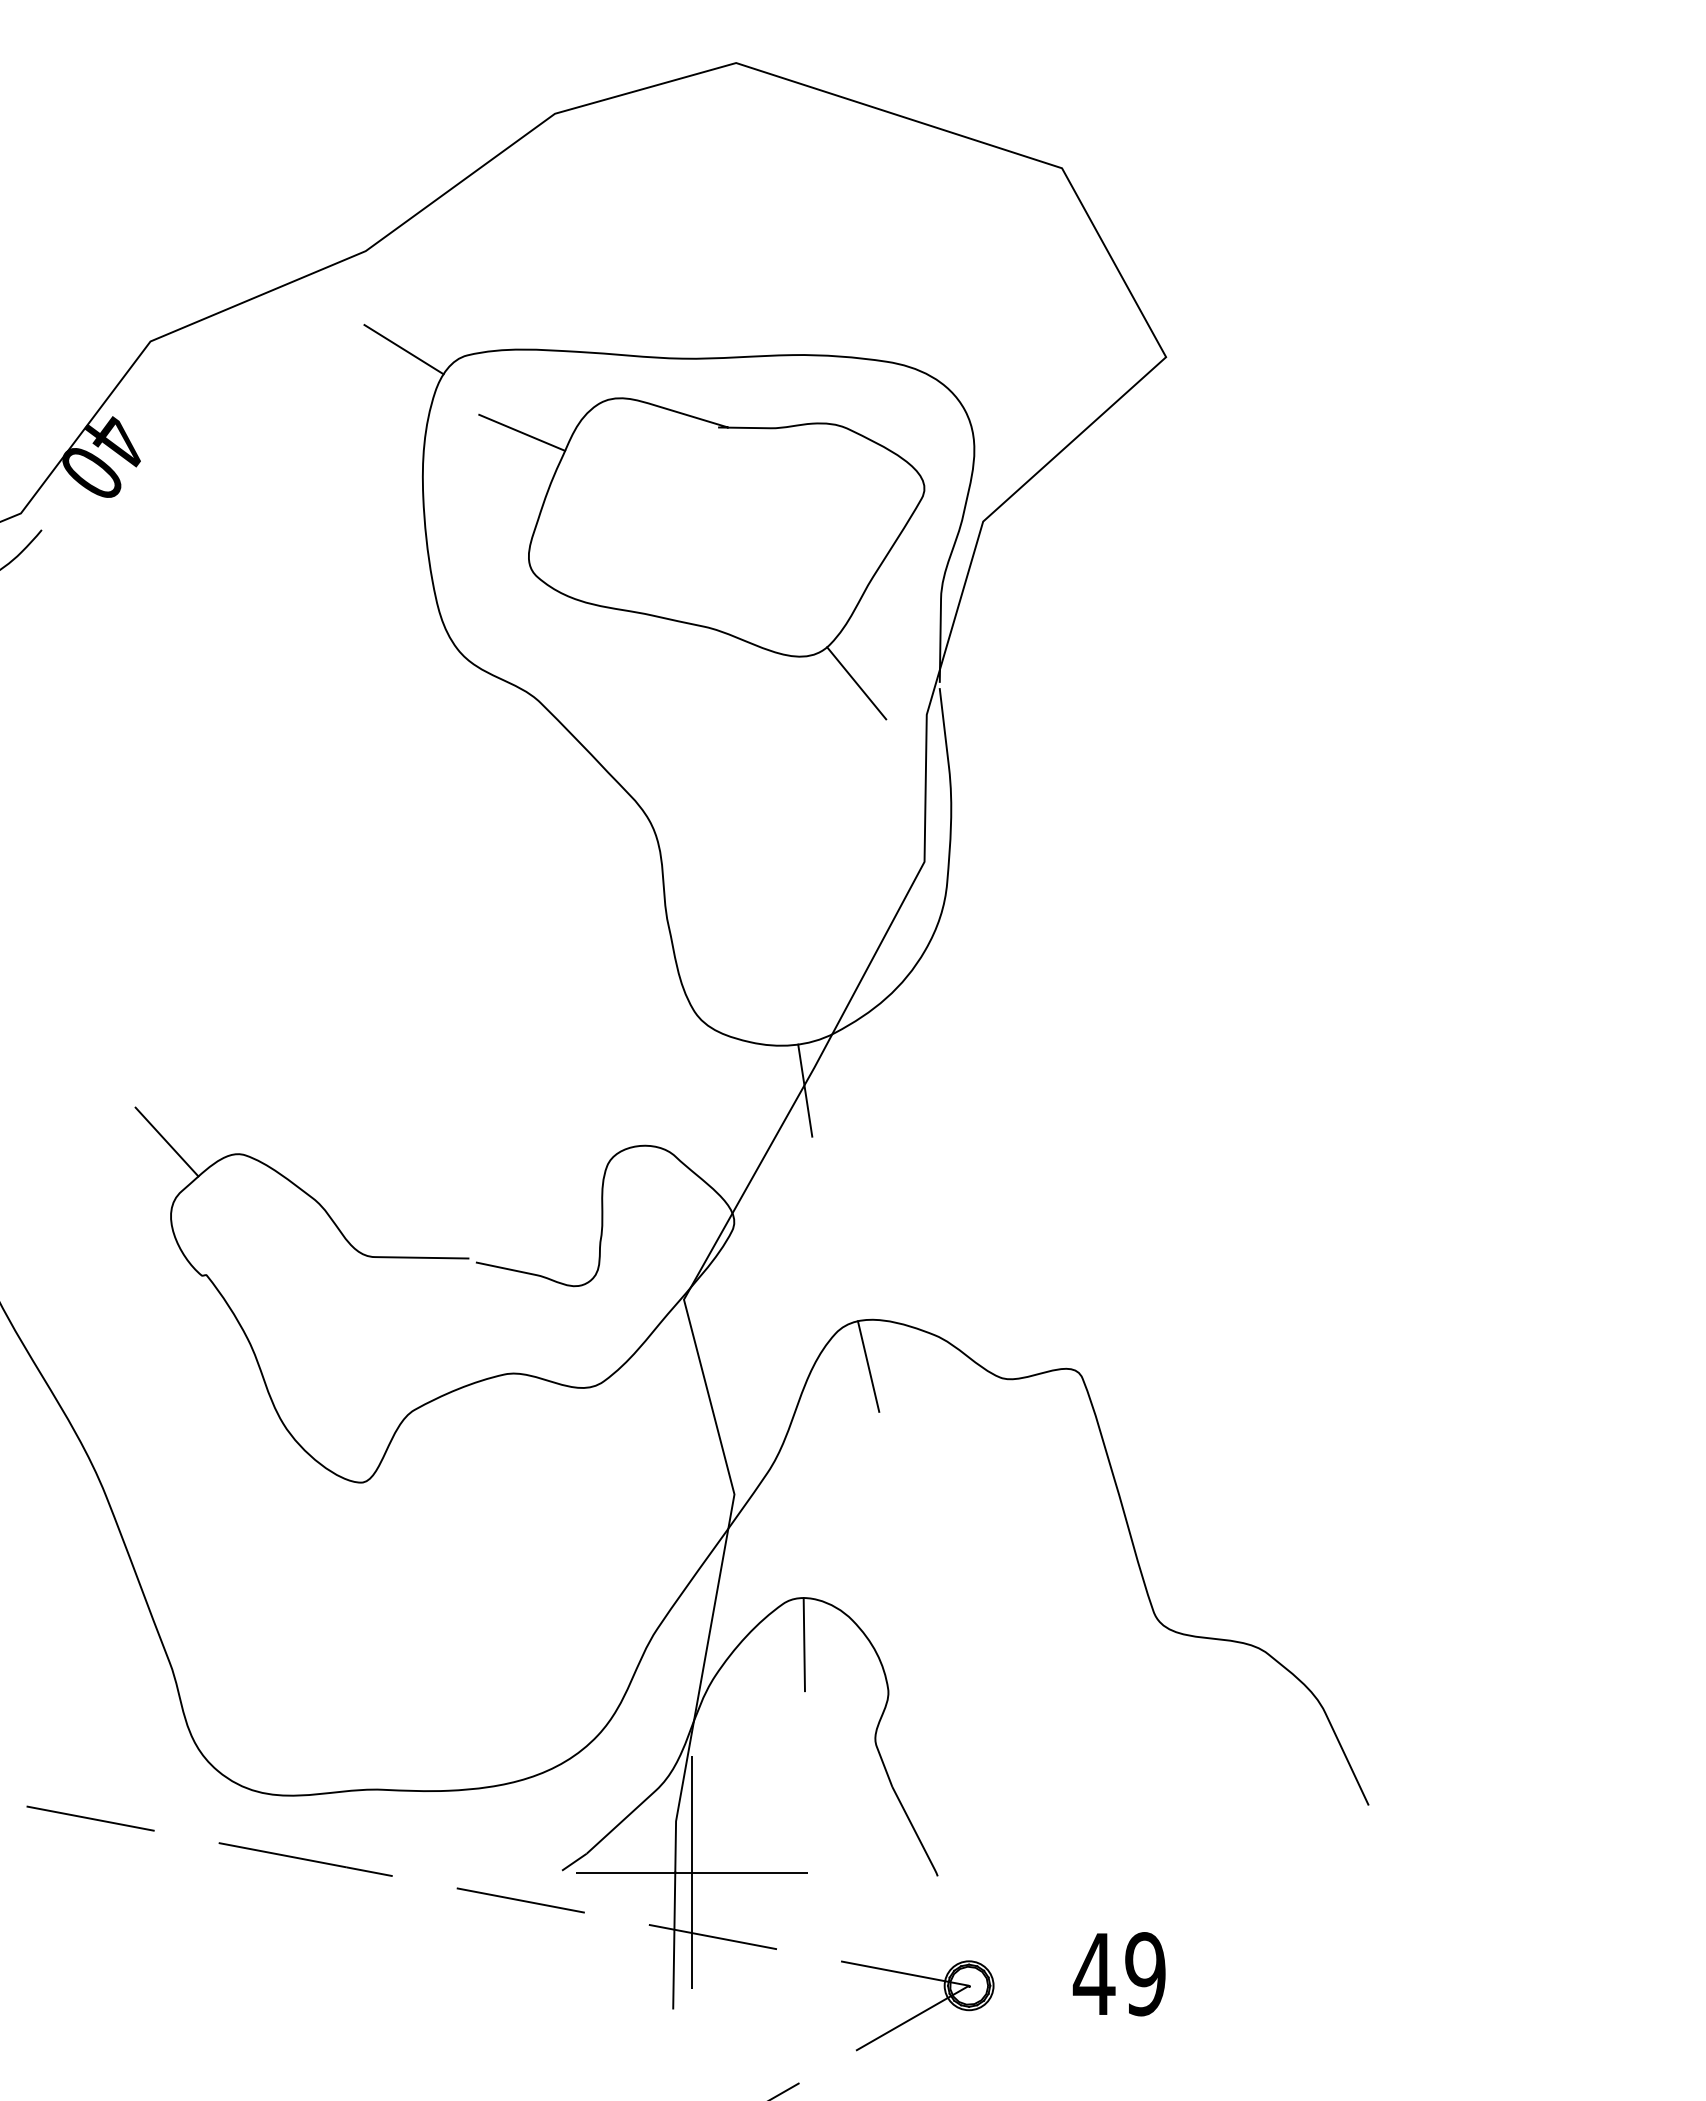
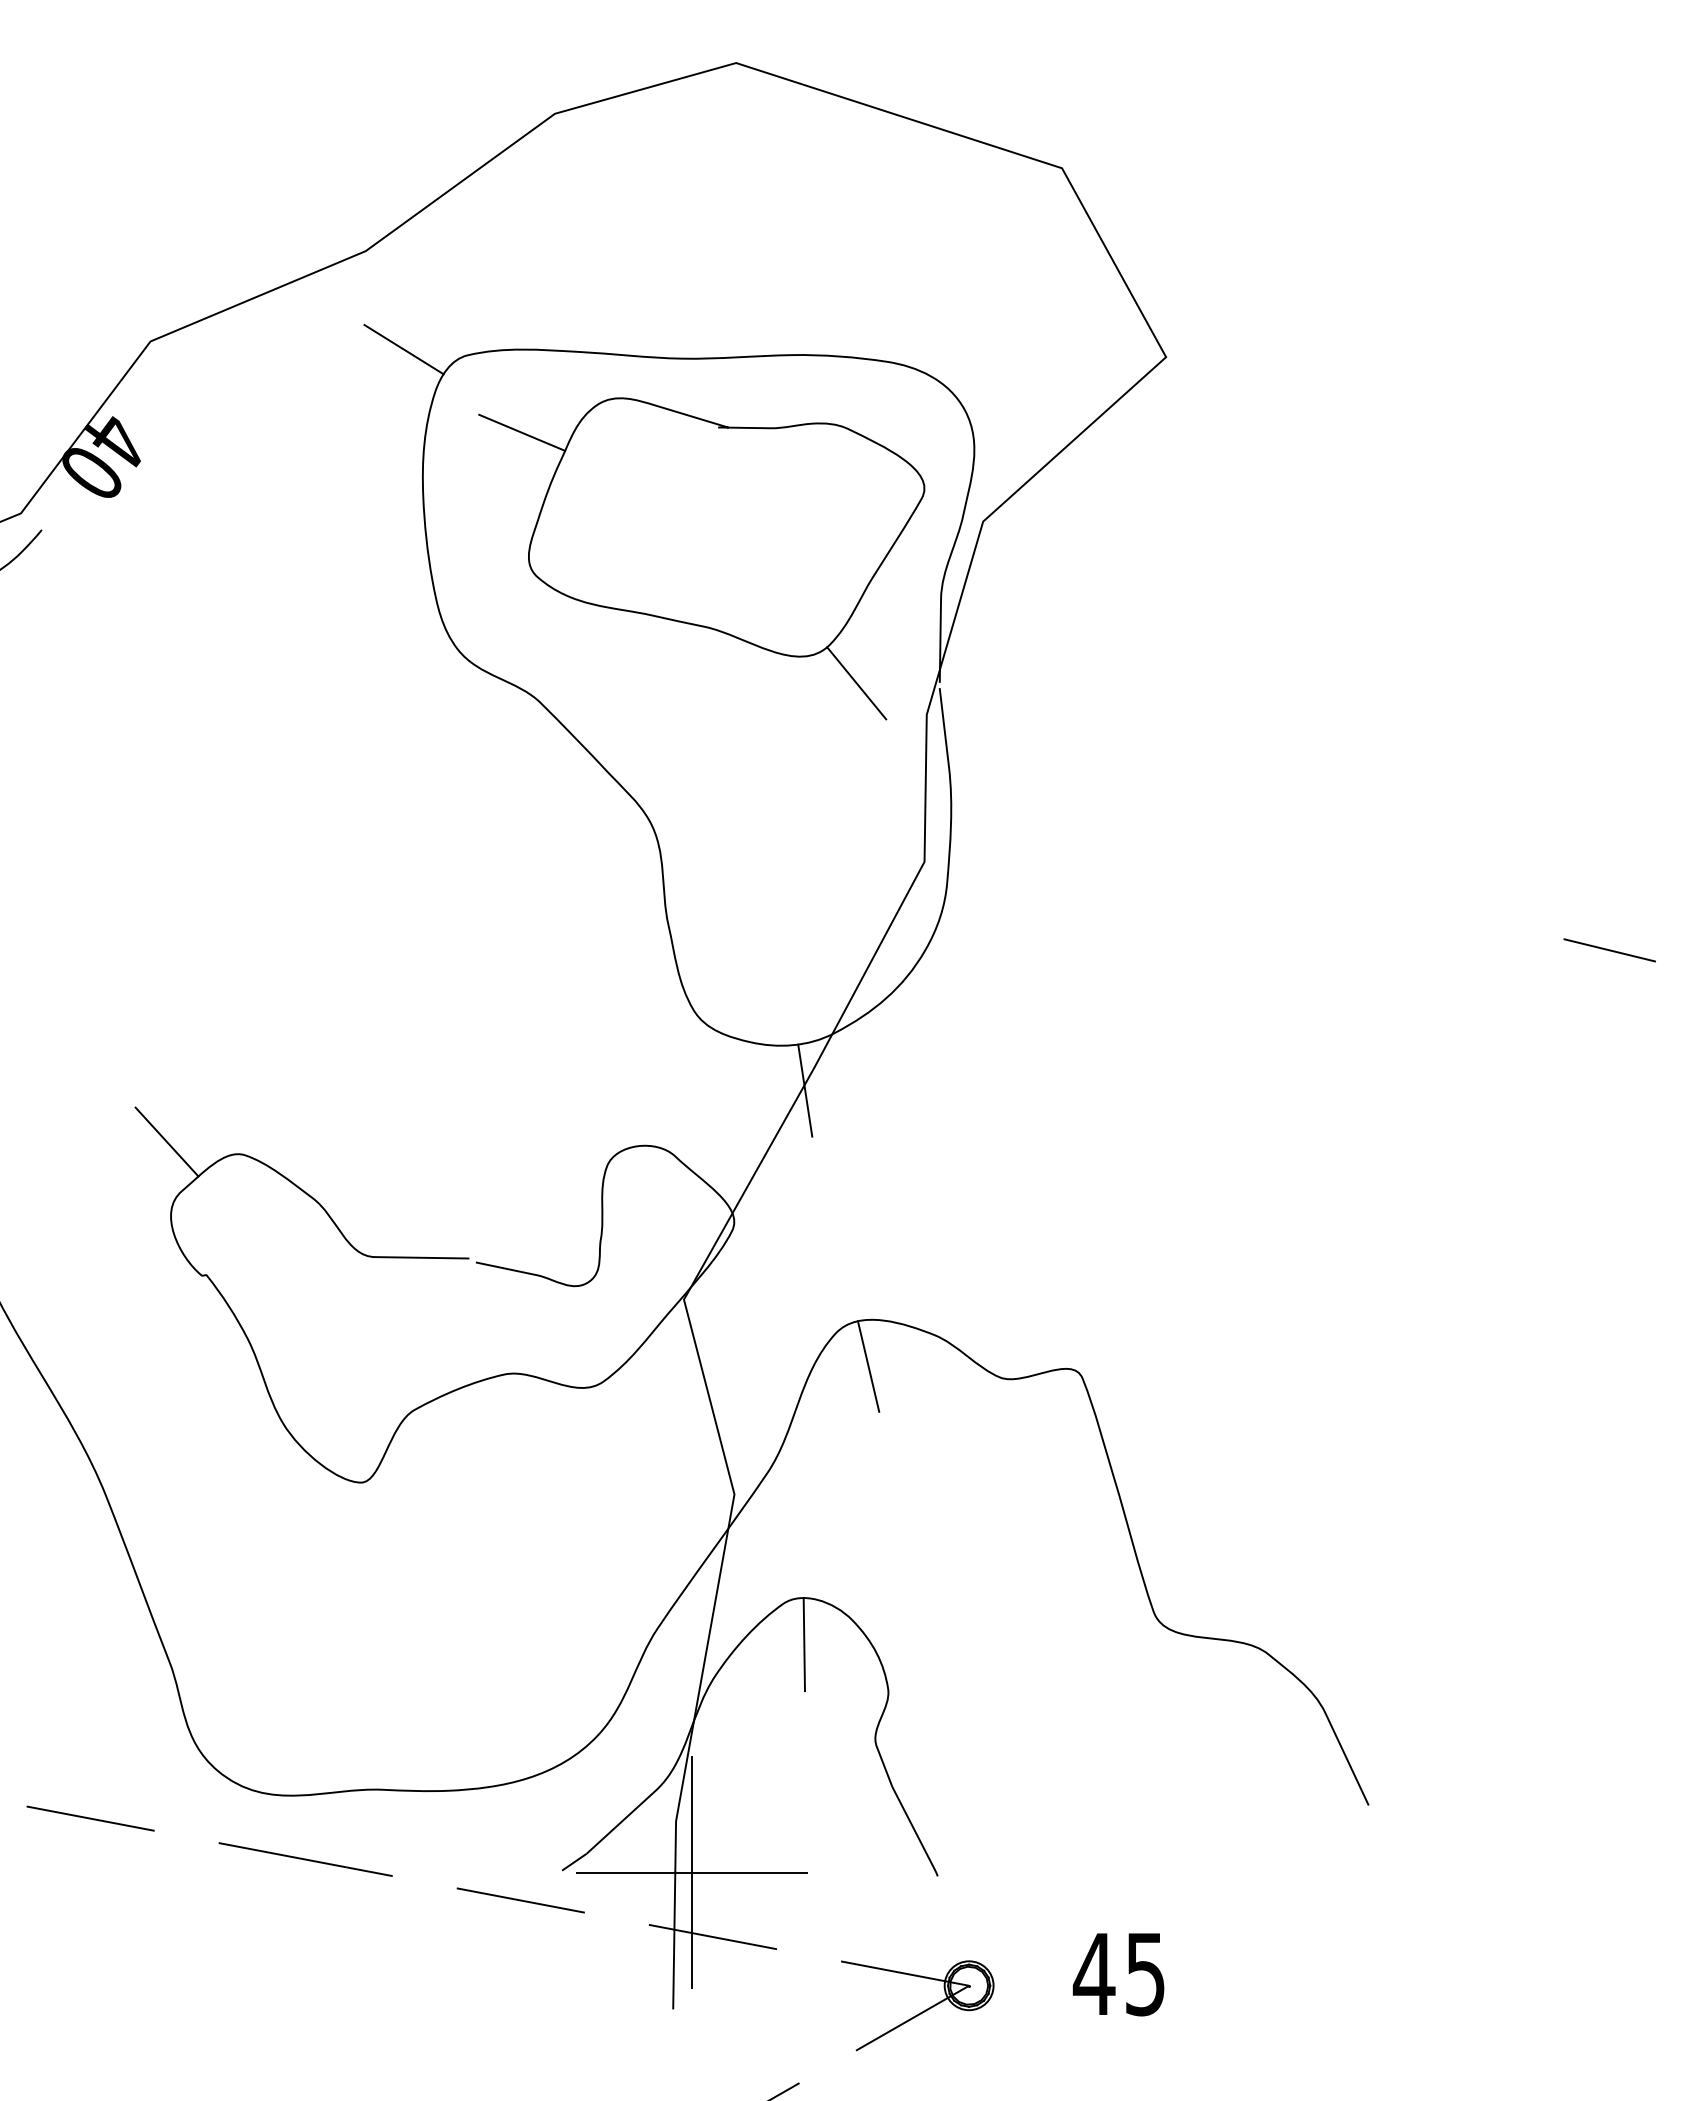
line at (1609, 950): none -> present
text at (1145, 1974): 49 -> 45
